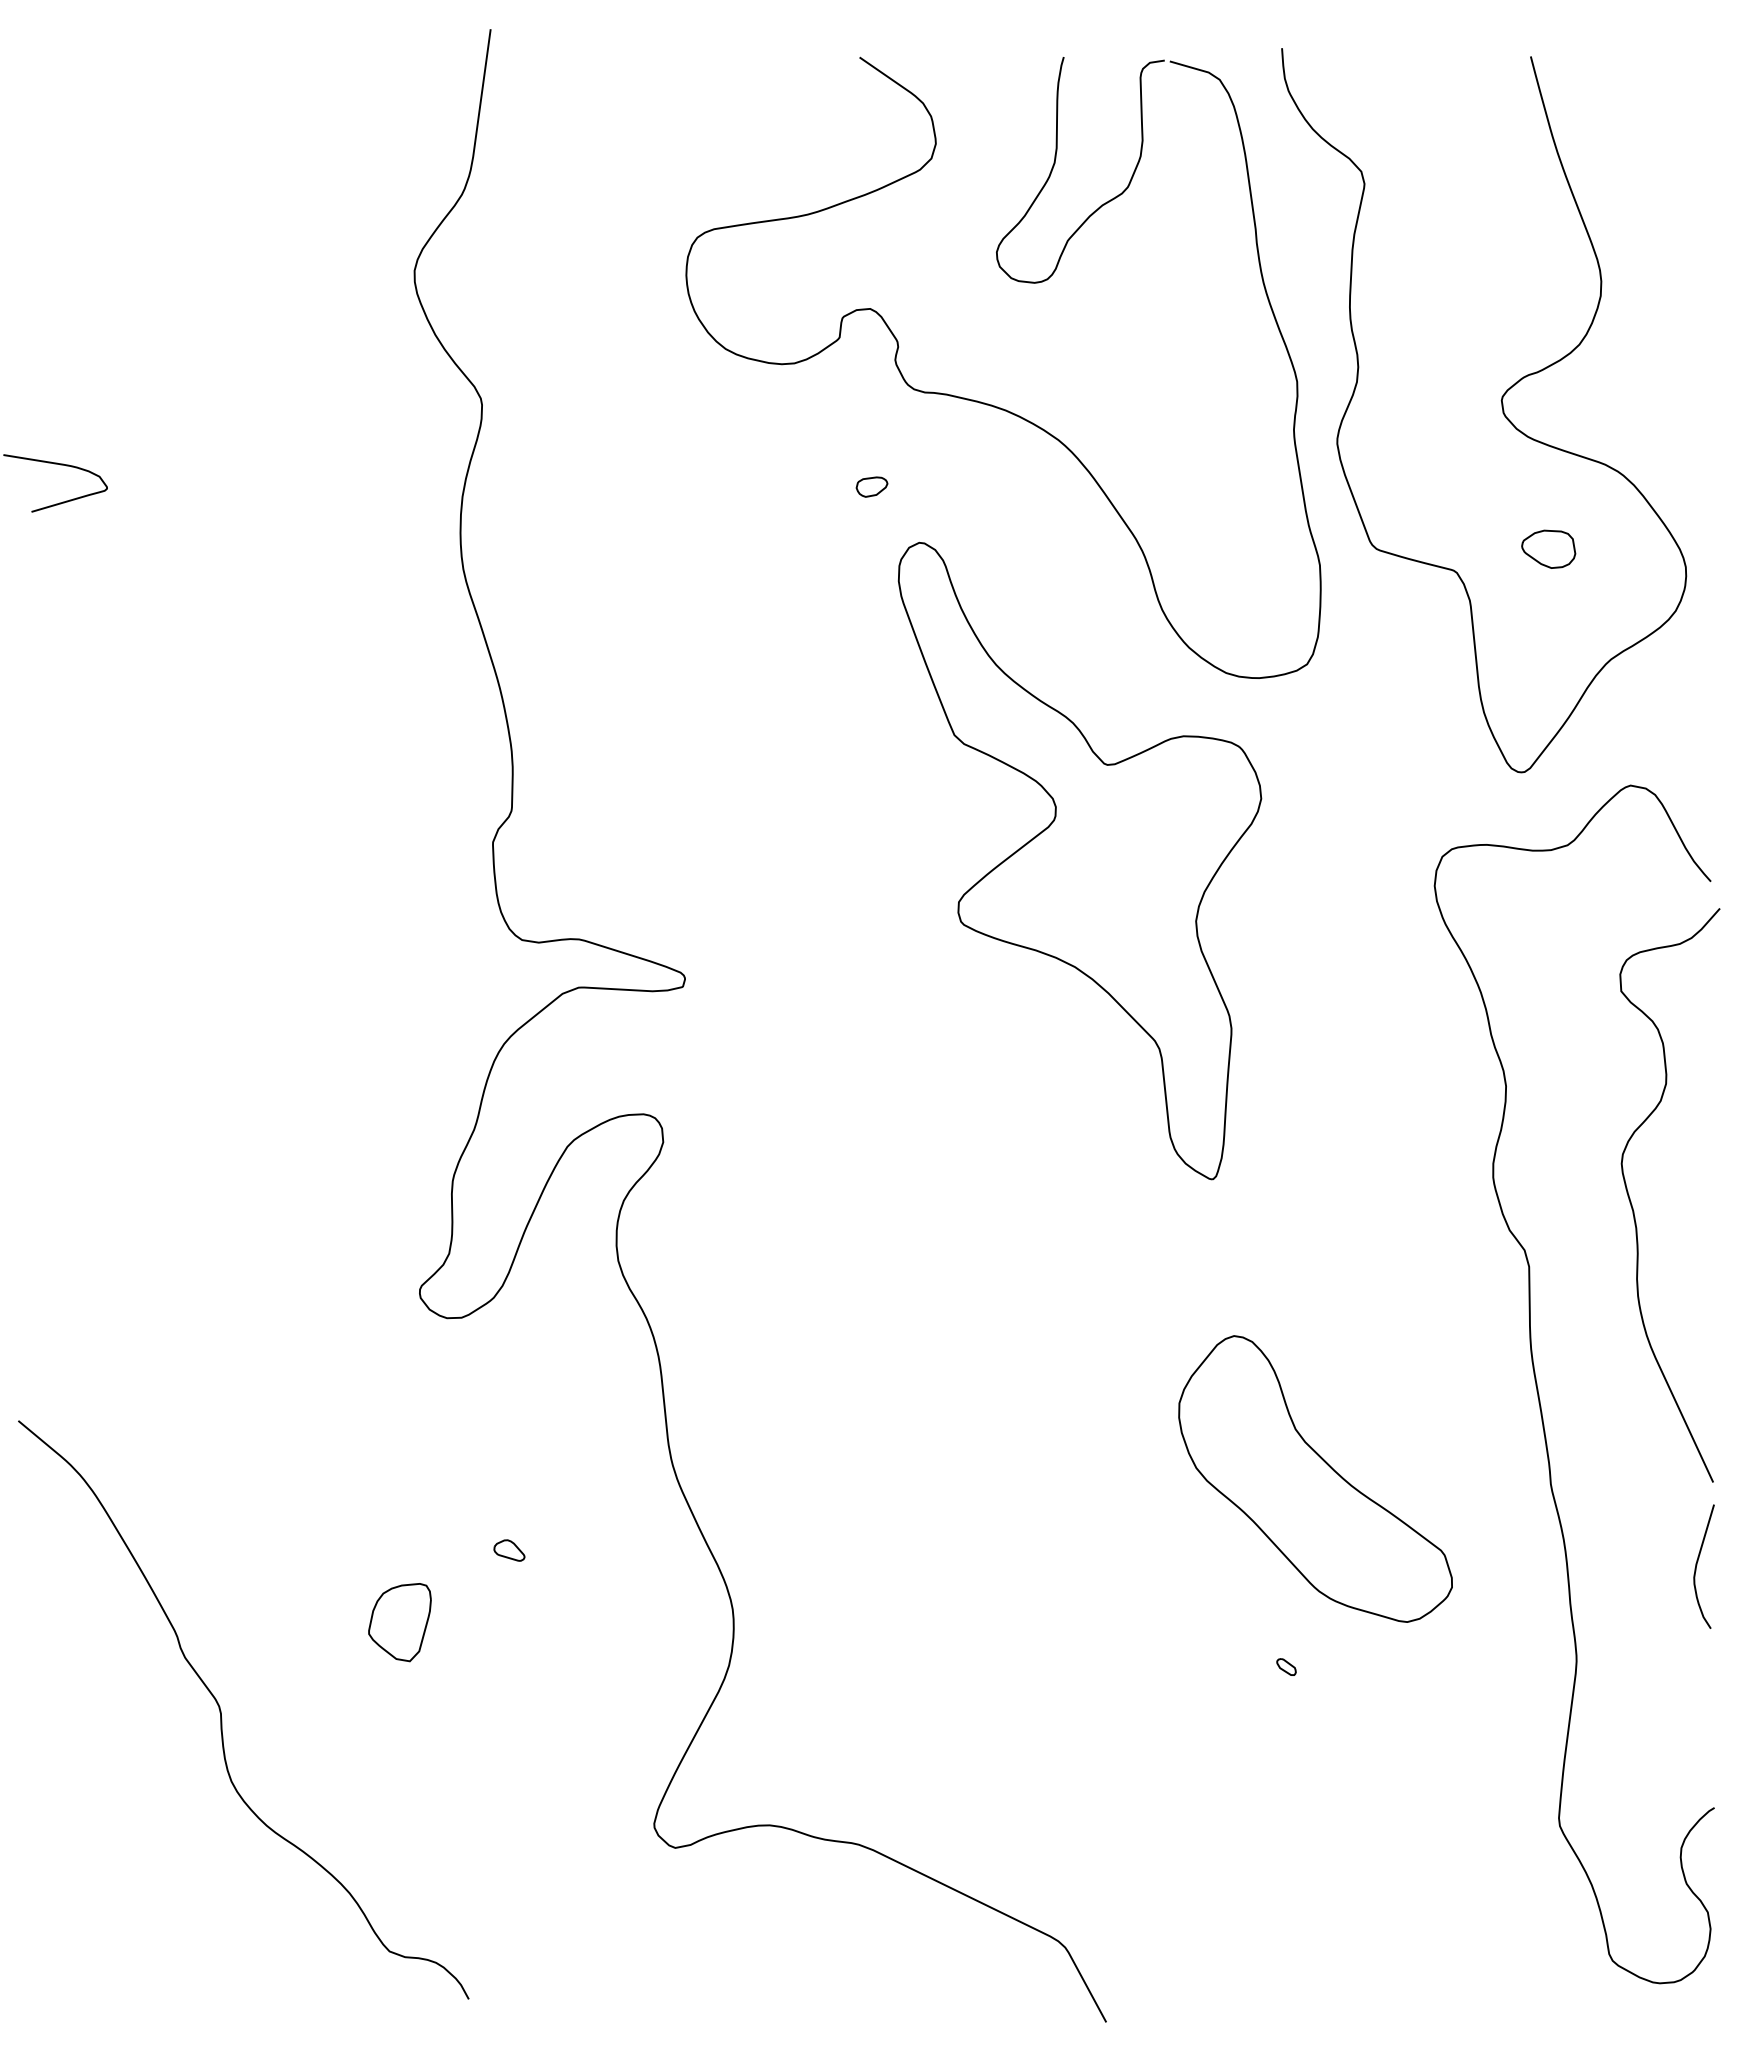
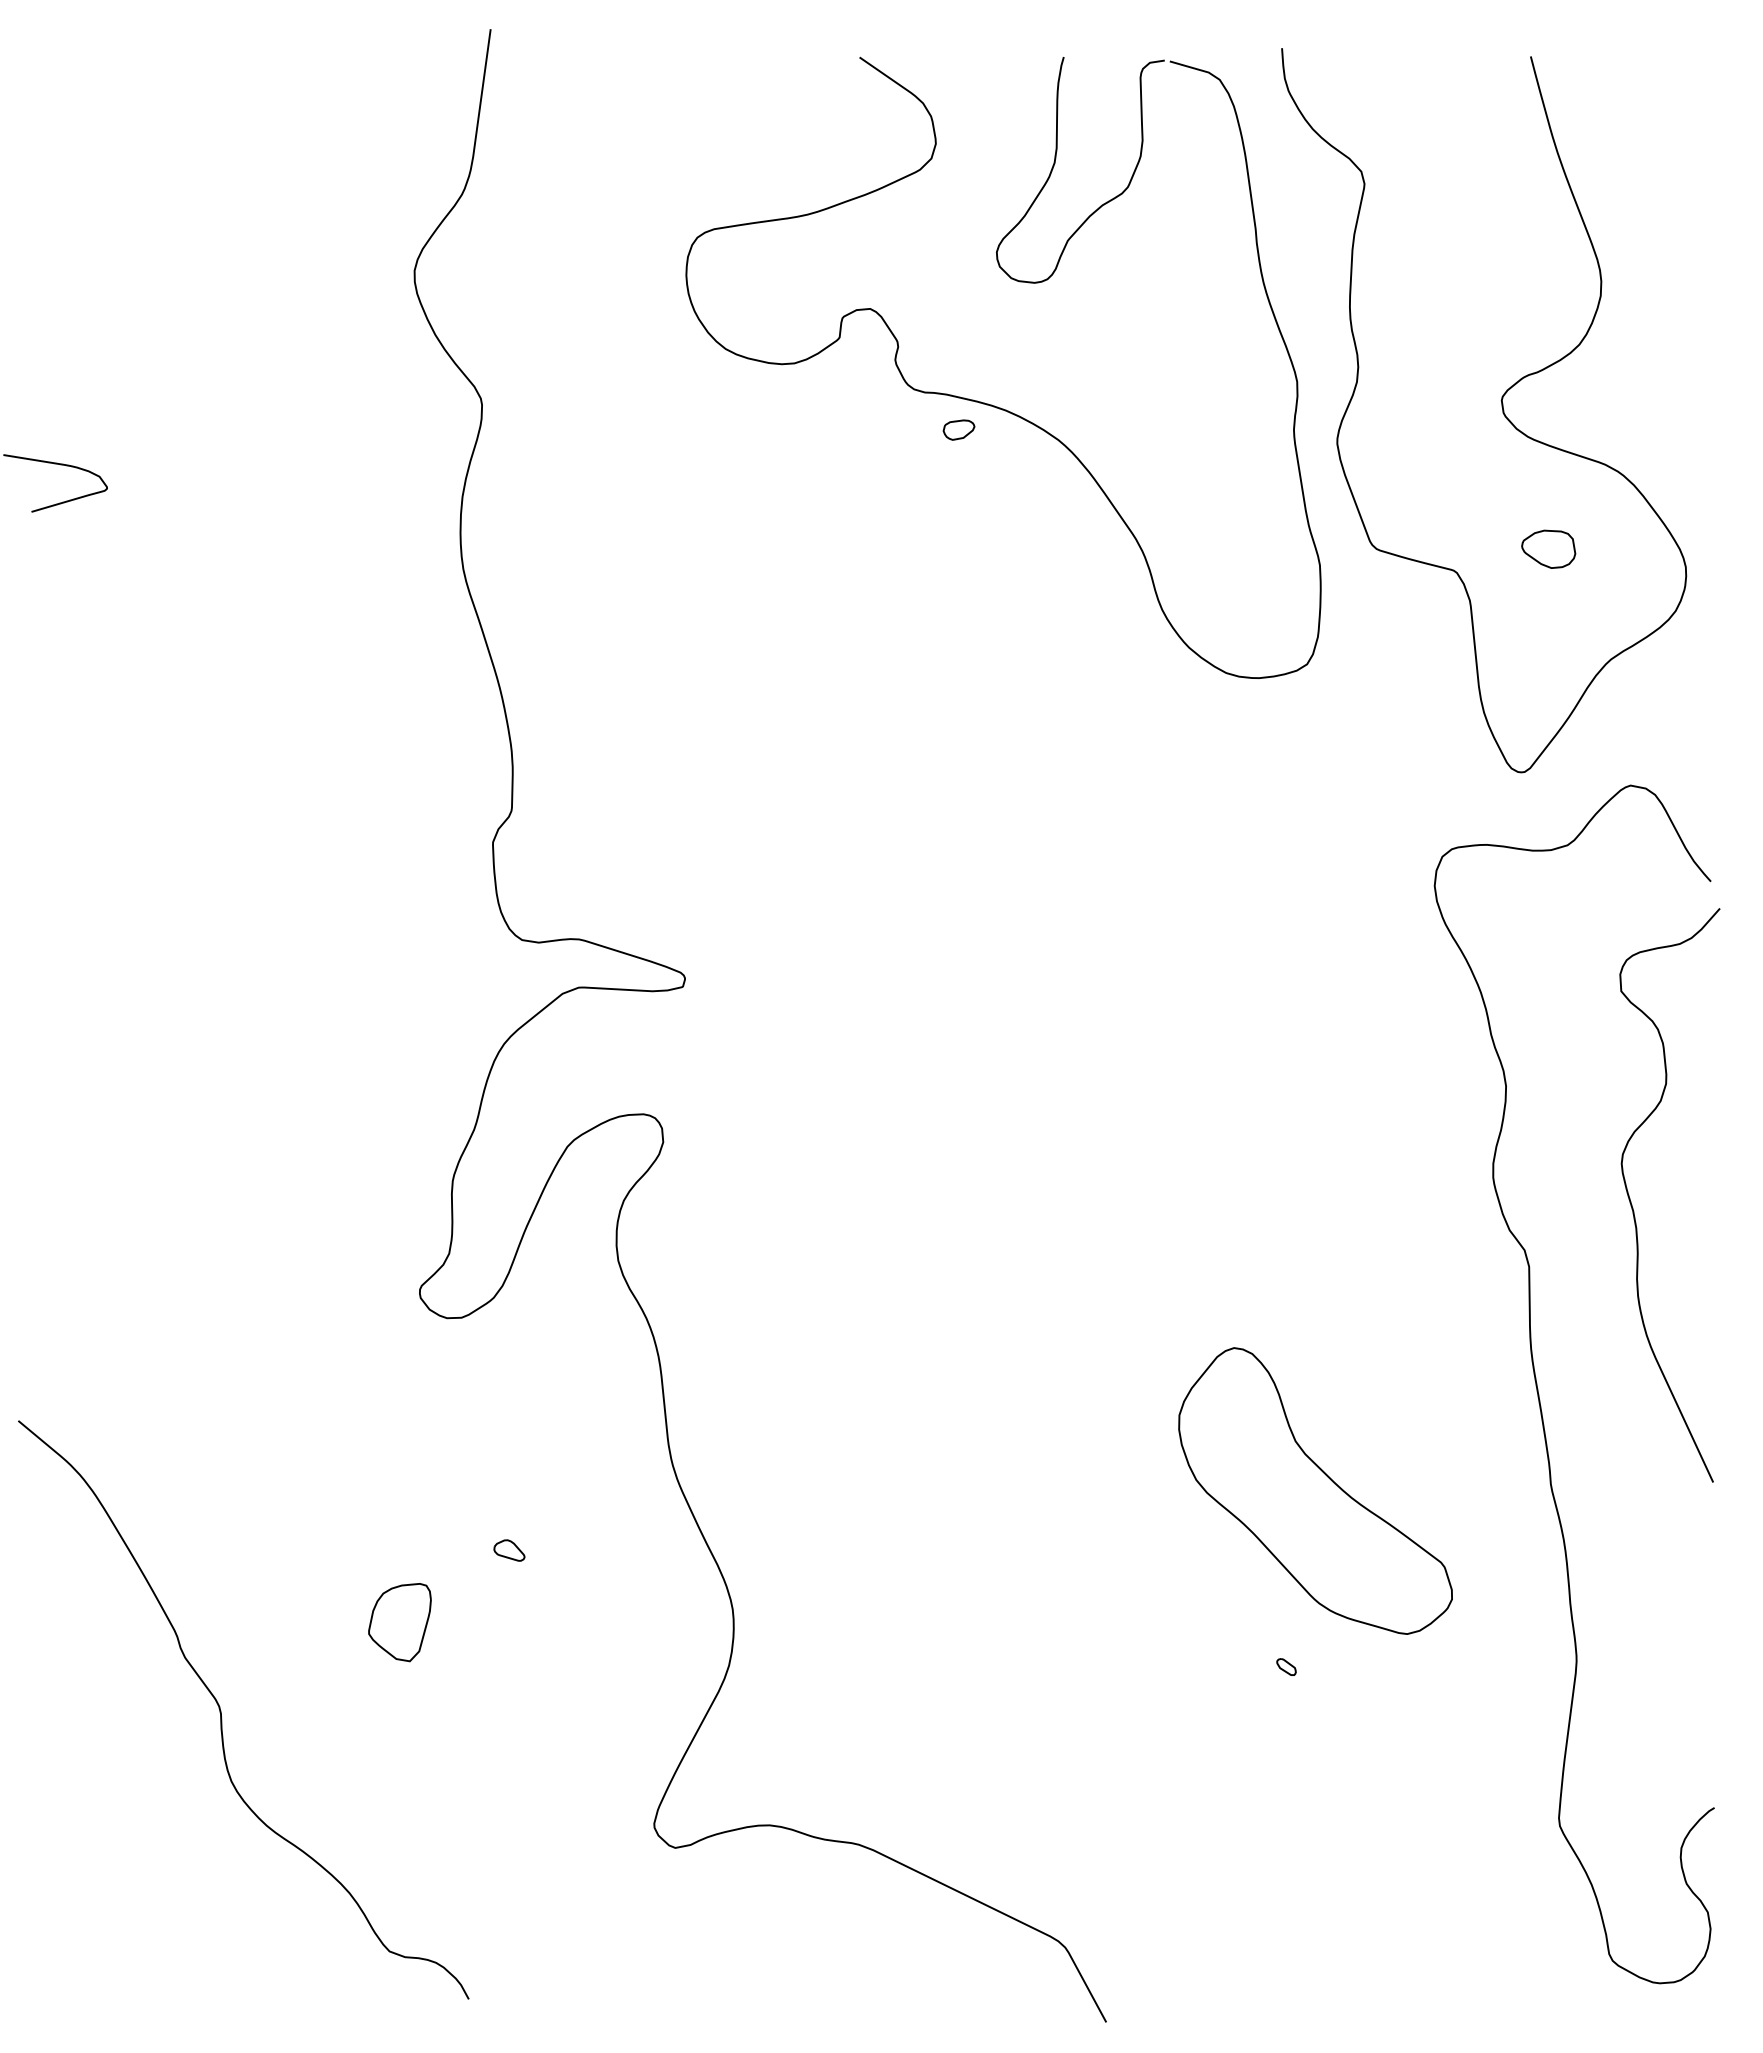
part at (871, 486) position: (871, 486) -> (958, 429)
part at (1079, 860): present -> none
part at (1315, 1478) position: (1315, 1478) -> (1315, 1490)
curve at (1697, 1565): present -> none
